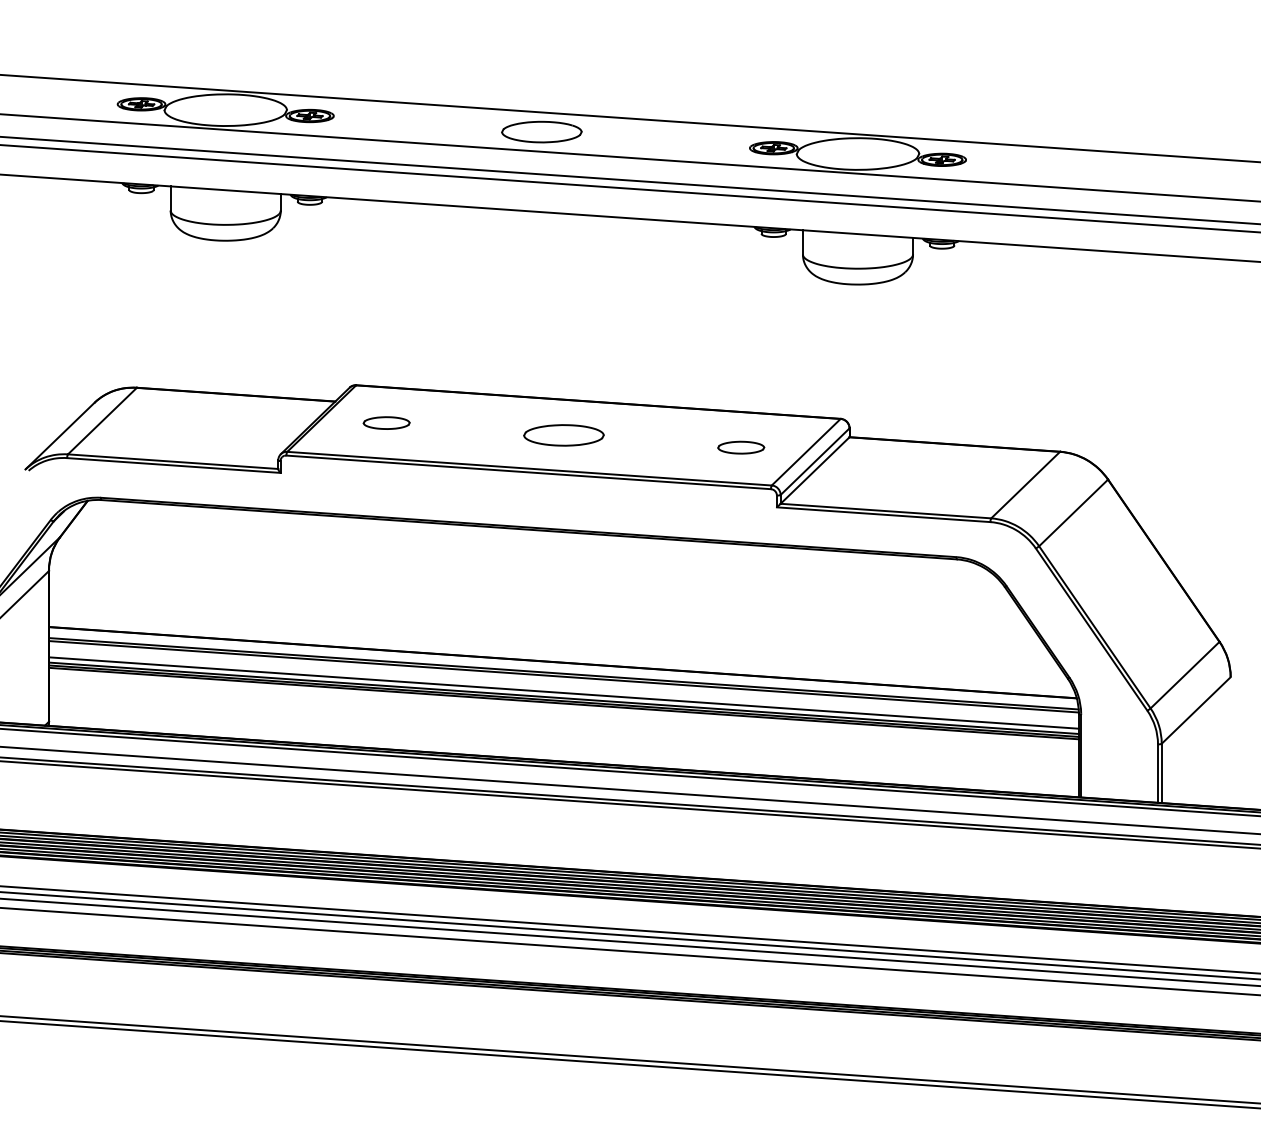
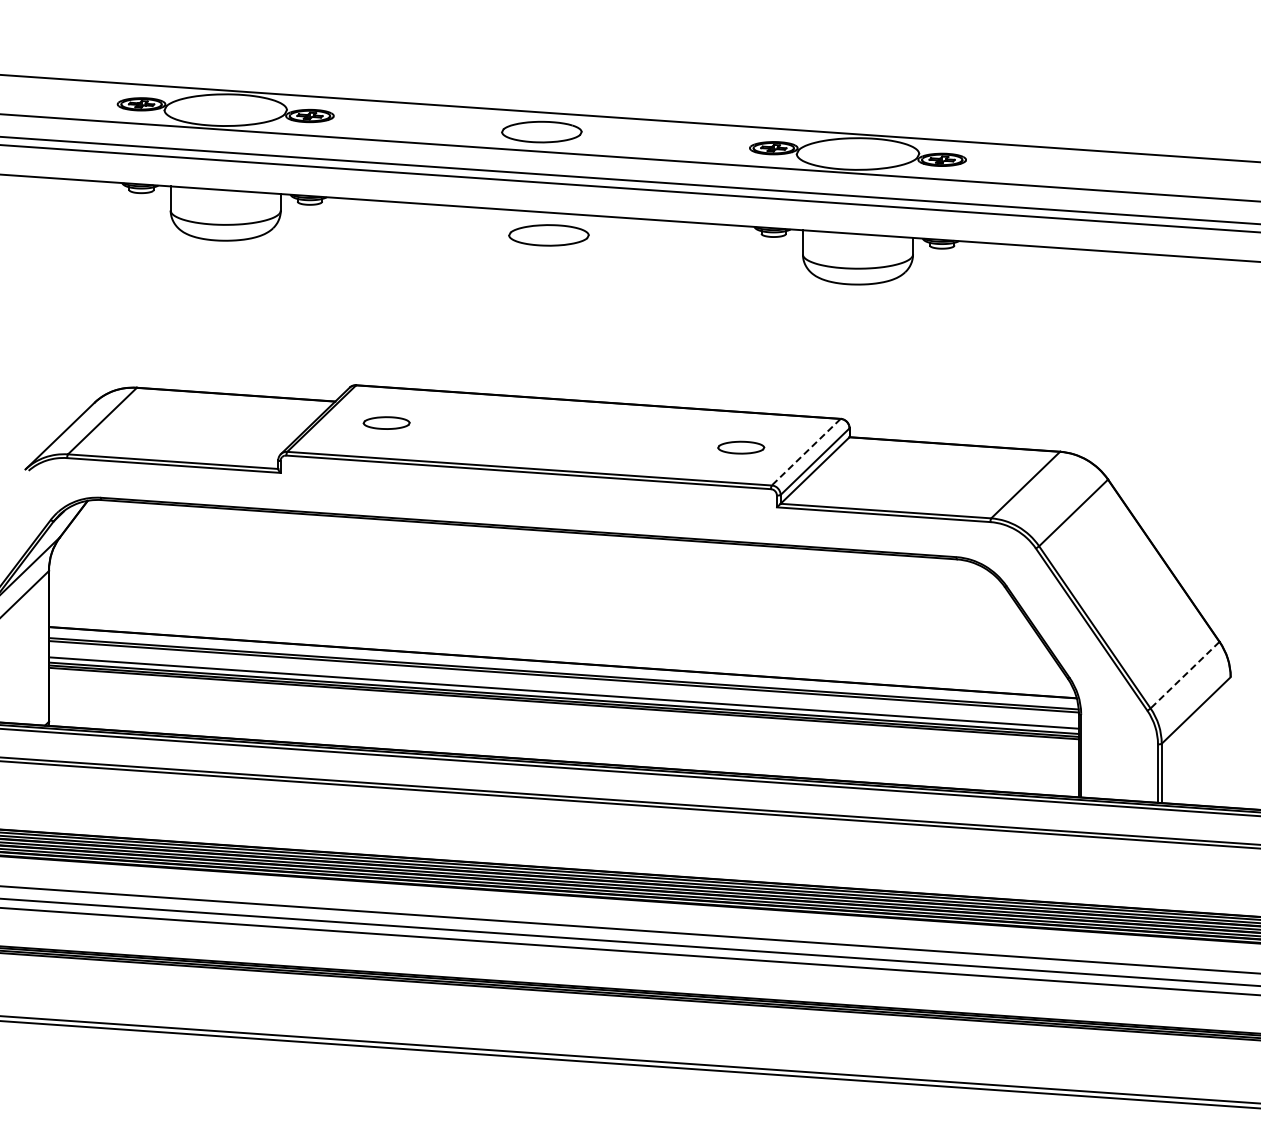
part at (563, 435) position: (563, 435) -> (548, 235)
line at (806, 452): solid -> dashed
line at (1185, 675): solid -> dashed
line at (629, 790): present -> none
line at (629, 935): present -> none
